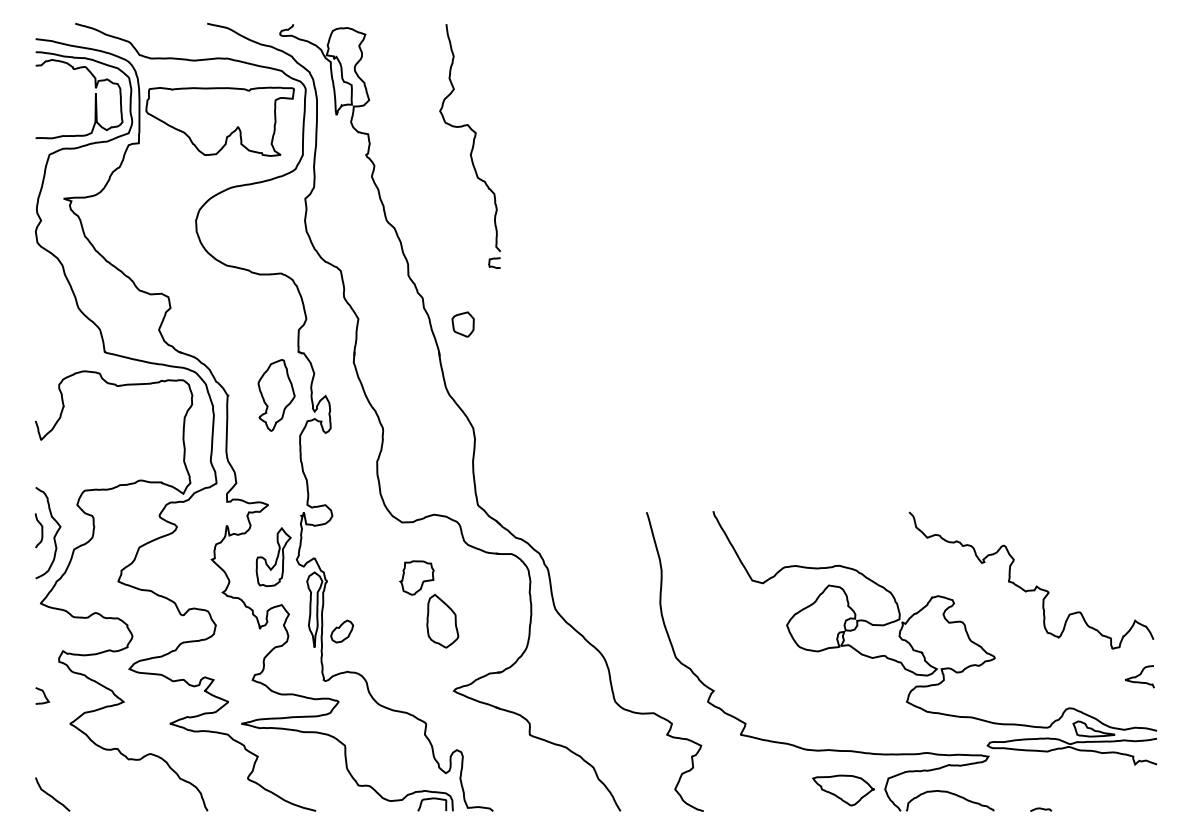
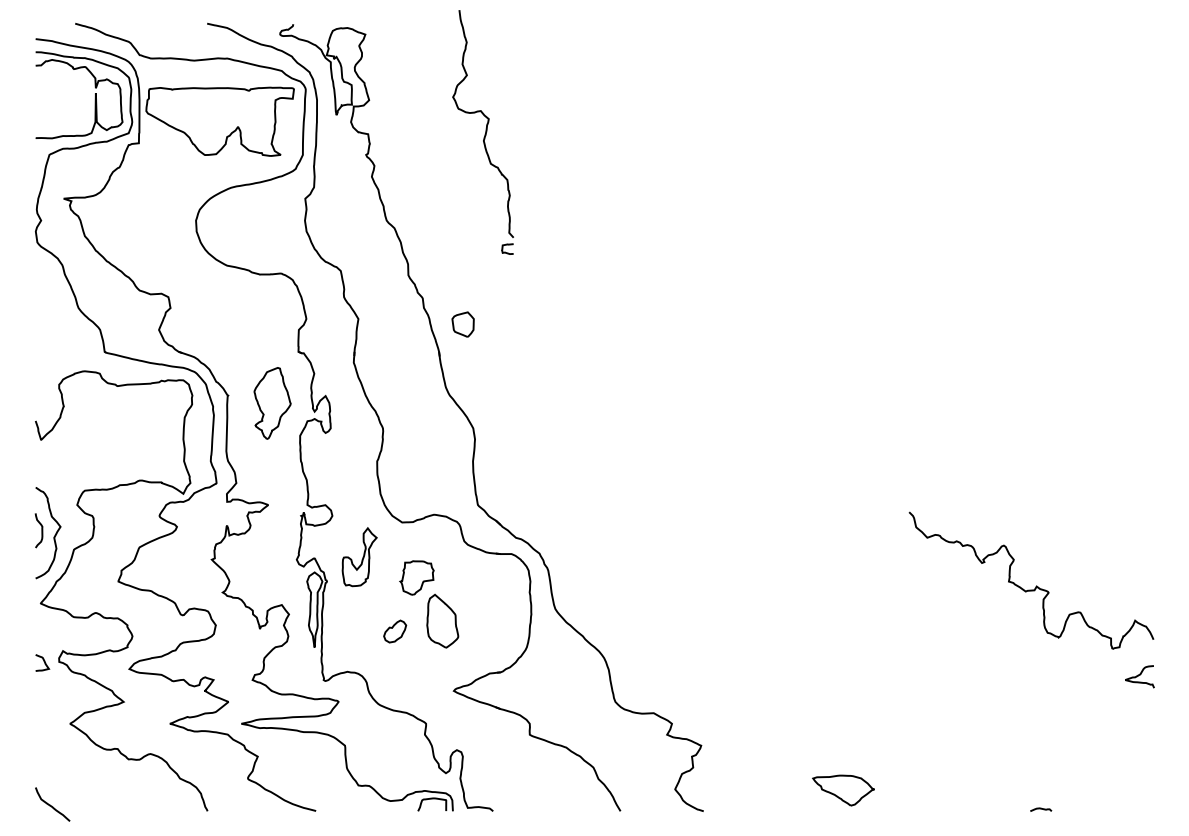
part at (469, 146) position: (469, 146) -> (482, 132)
part at (276, 395) position: (276, 395) -> (272, 403)
part at (273, 557) position: (273, 557) -> (359, 557)
part at (342, 631) position: (342, 631) -> (395, 631)
part at (901, 661): present -> none
curve at (43, 694) position: (43, 694) -> (43, 661)
curve at (51, 795) position: (51, 795) -> (51, 805)
